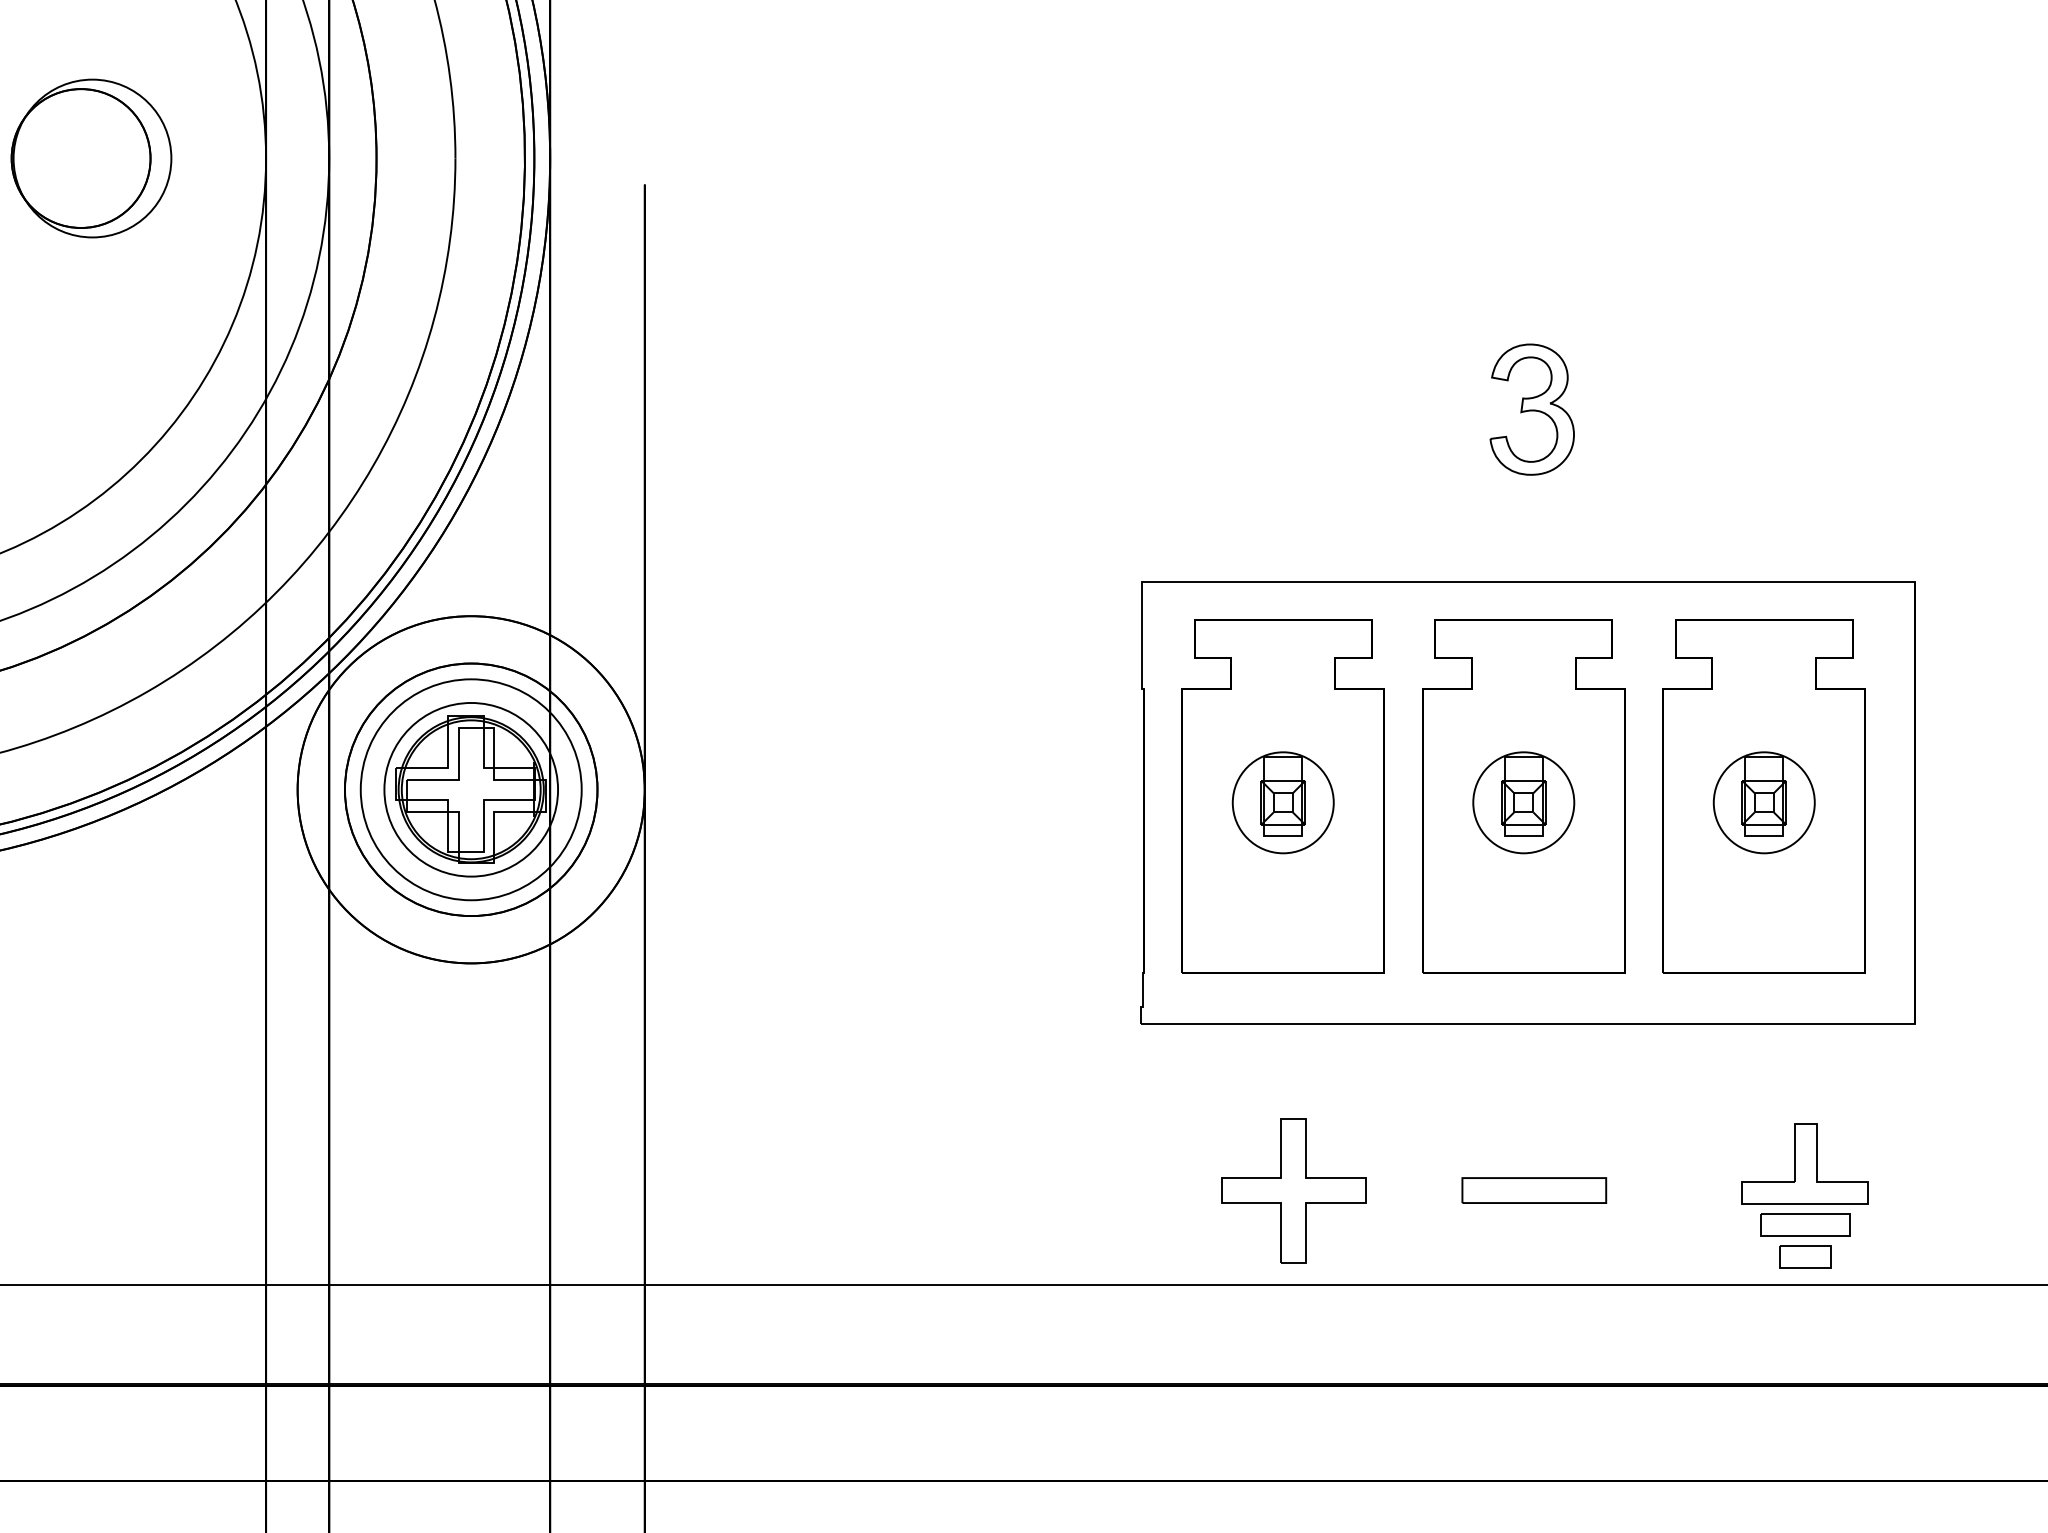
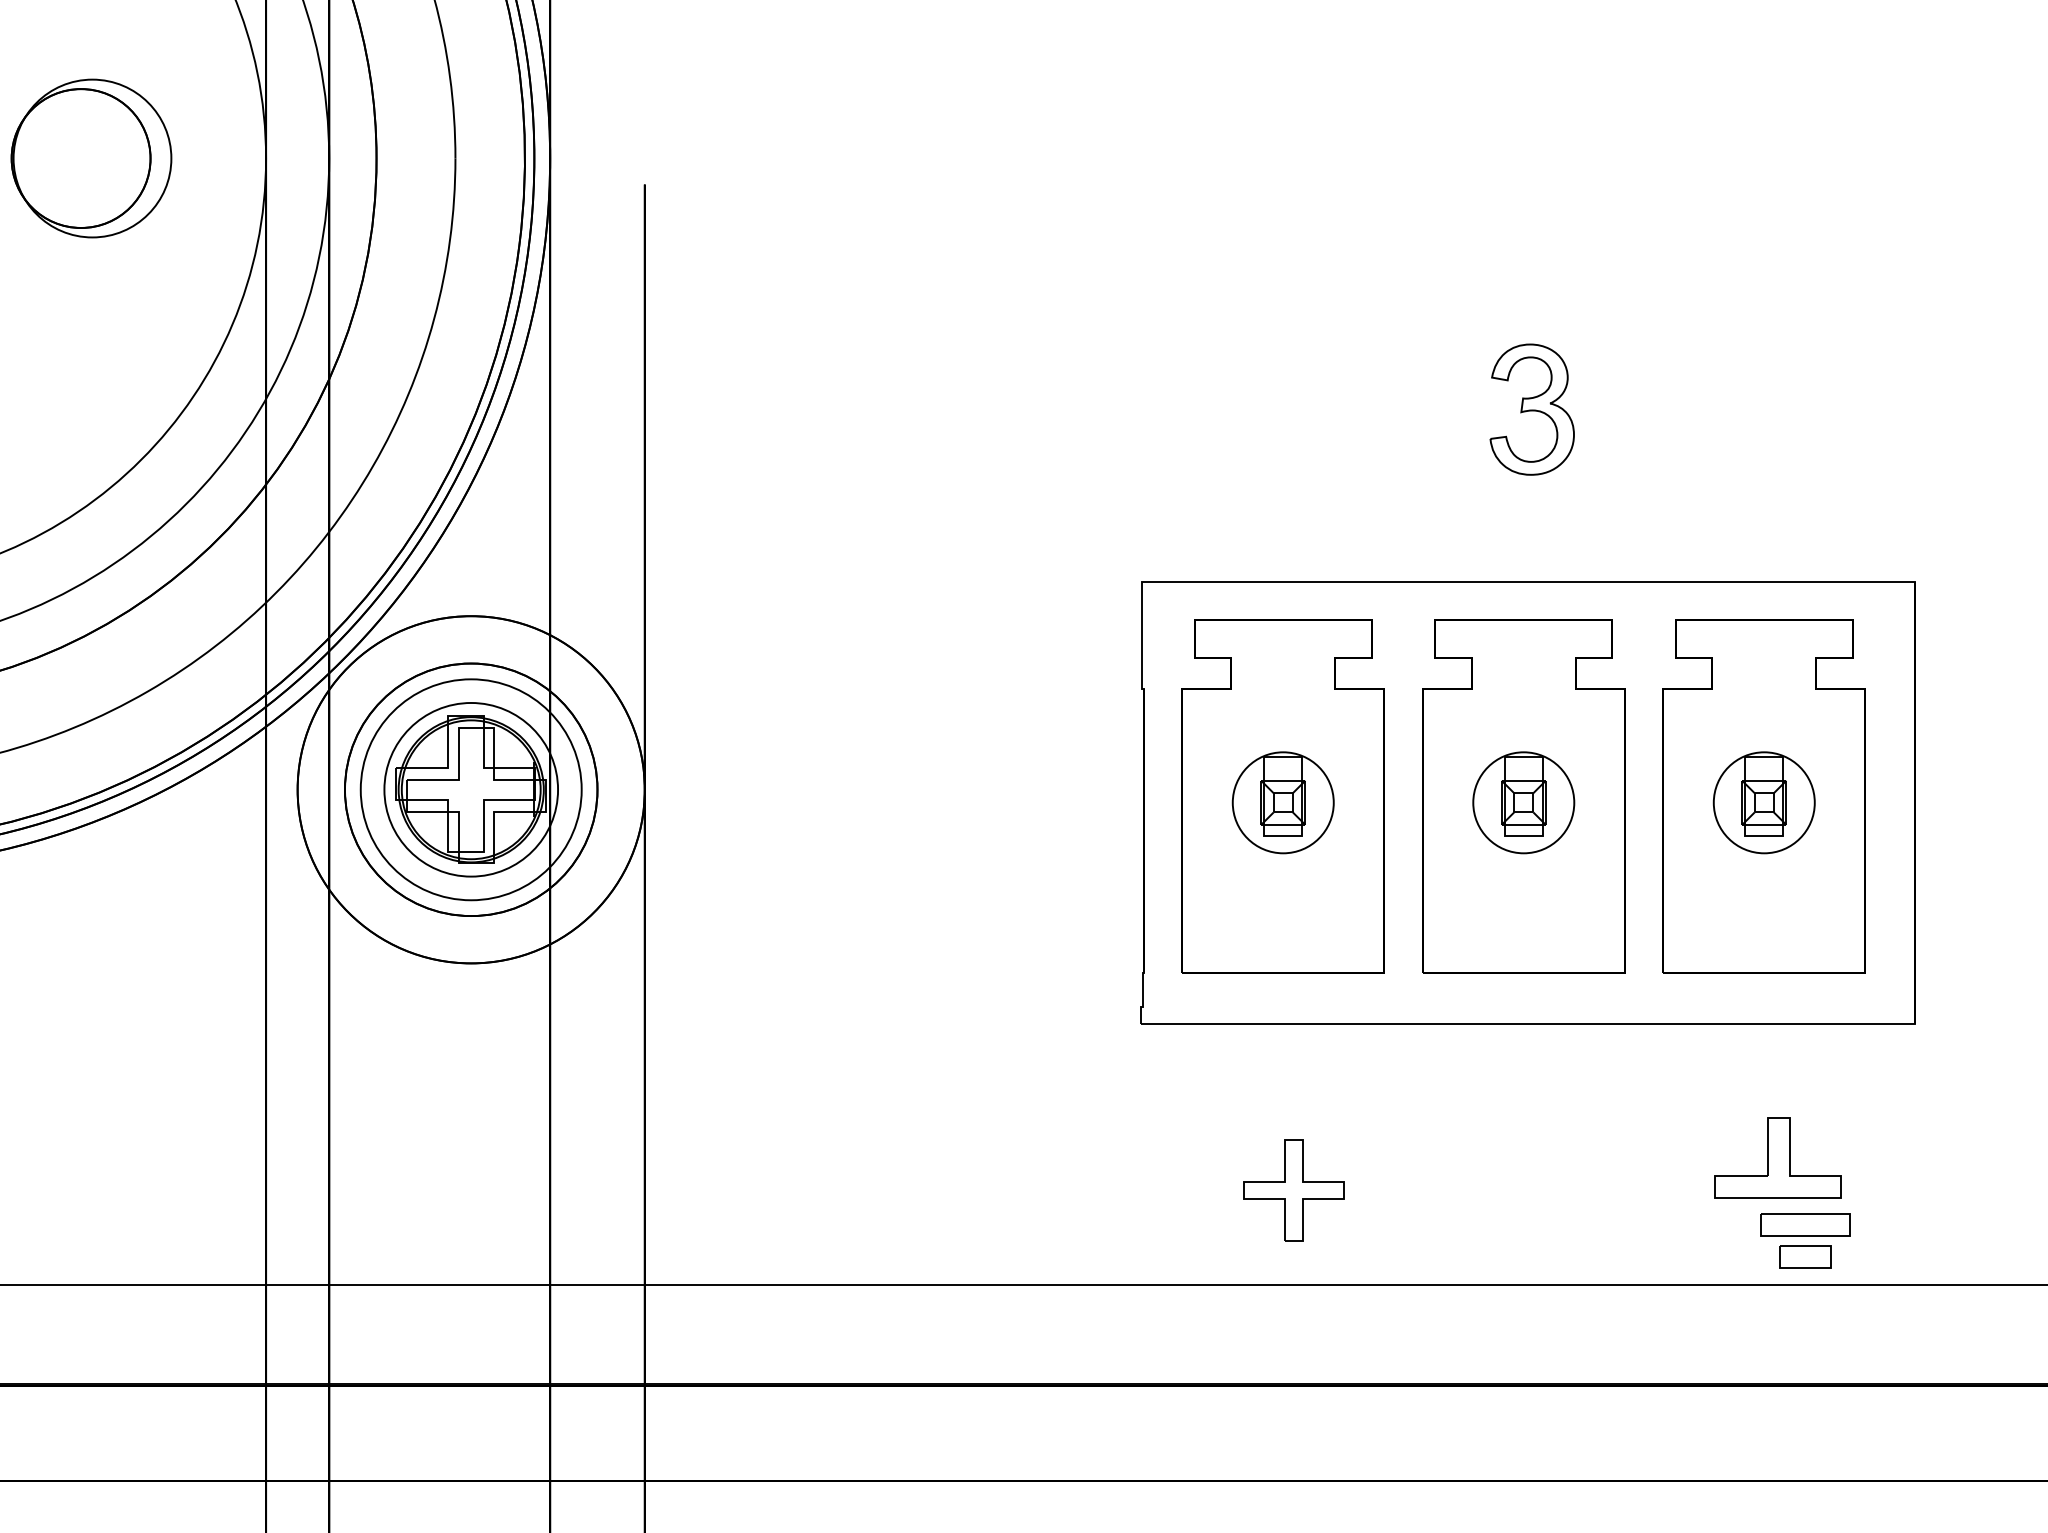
part at (1804, 1163) position: (1804, 1163) -> (1777, 1157)
part at (1293, 1190) size: 146x146 px -> 102x103 px
part at (1534, 1190): present -> none
